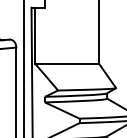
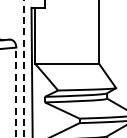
line at (23, 68): solid -> dashed
line at (16, 92): solid -> dashed
